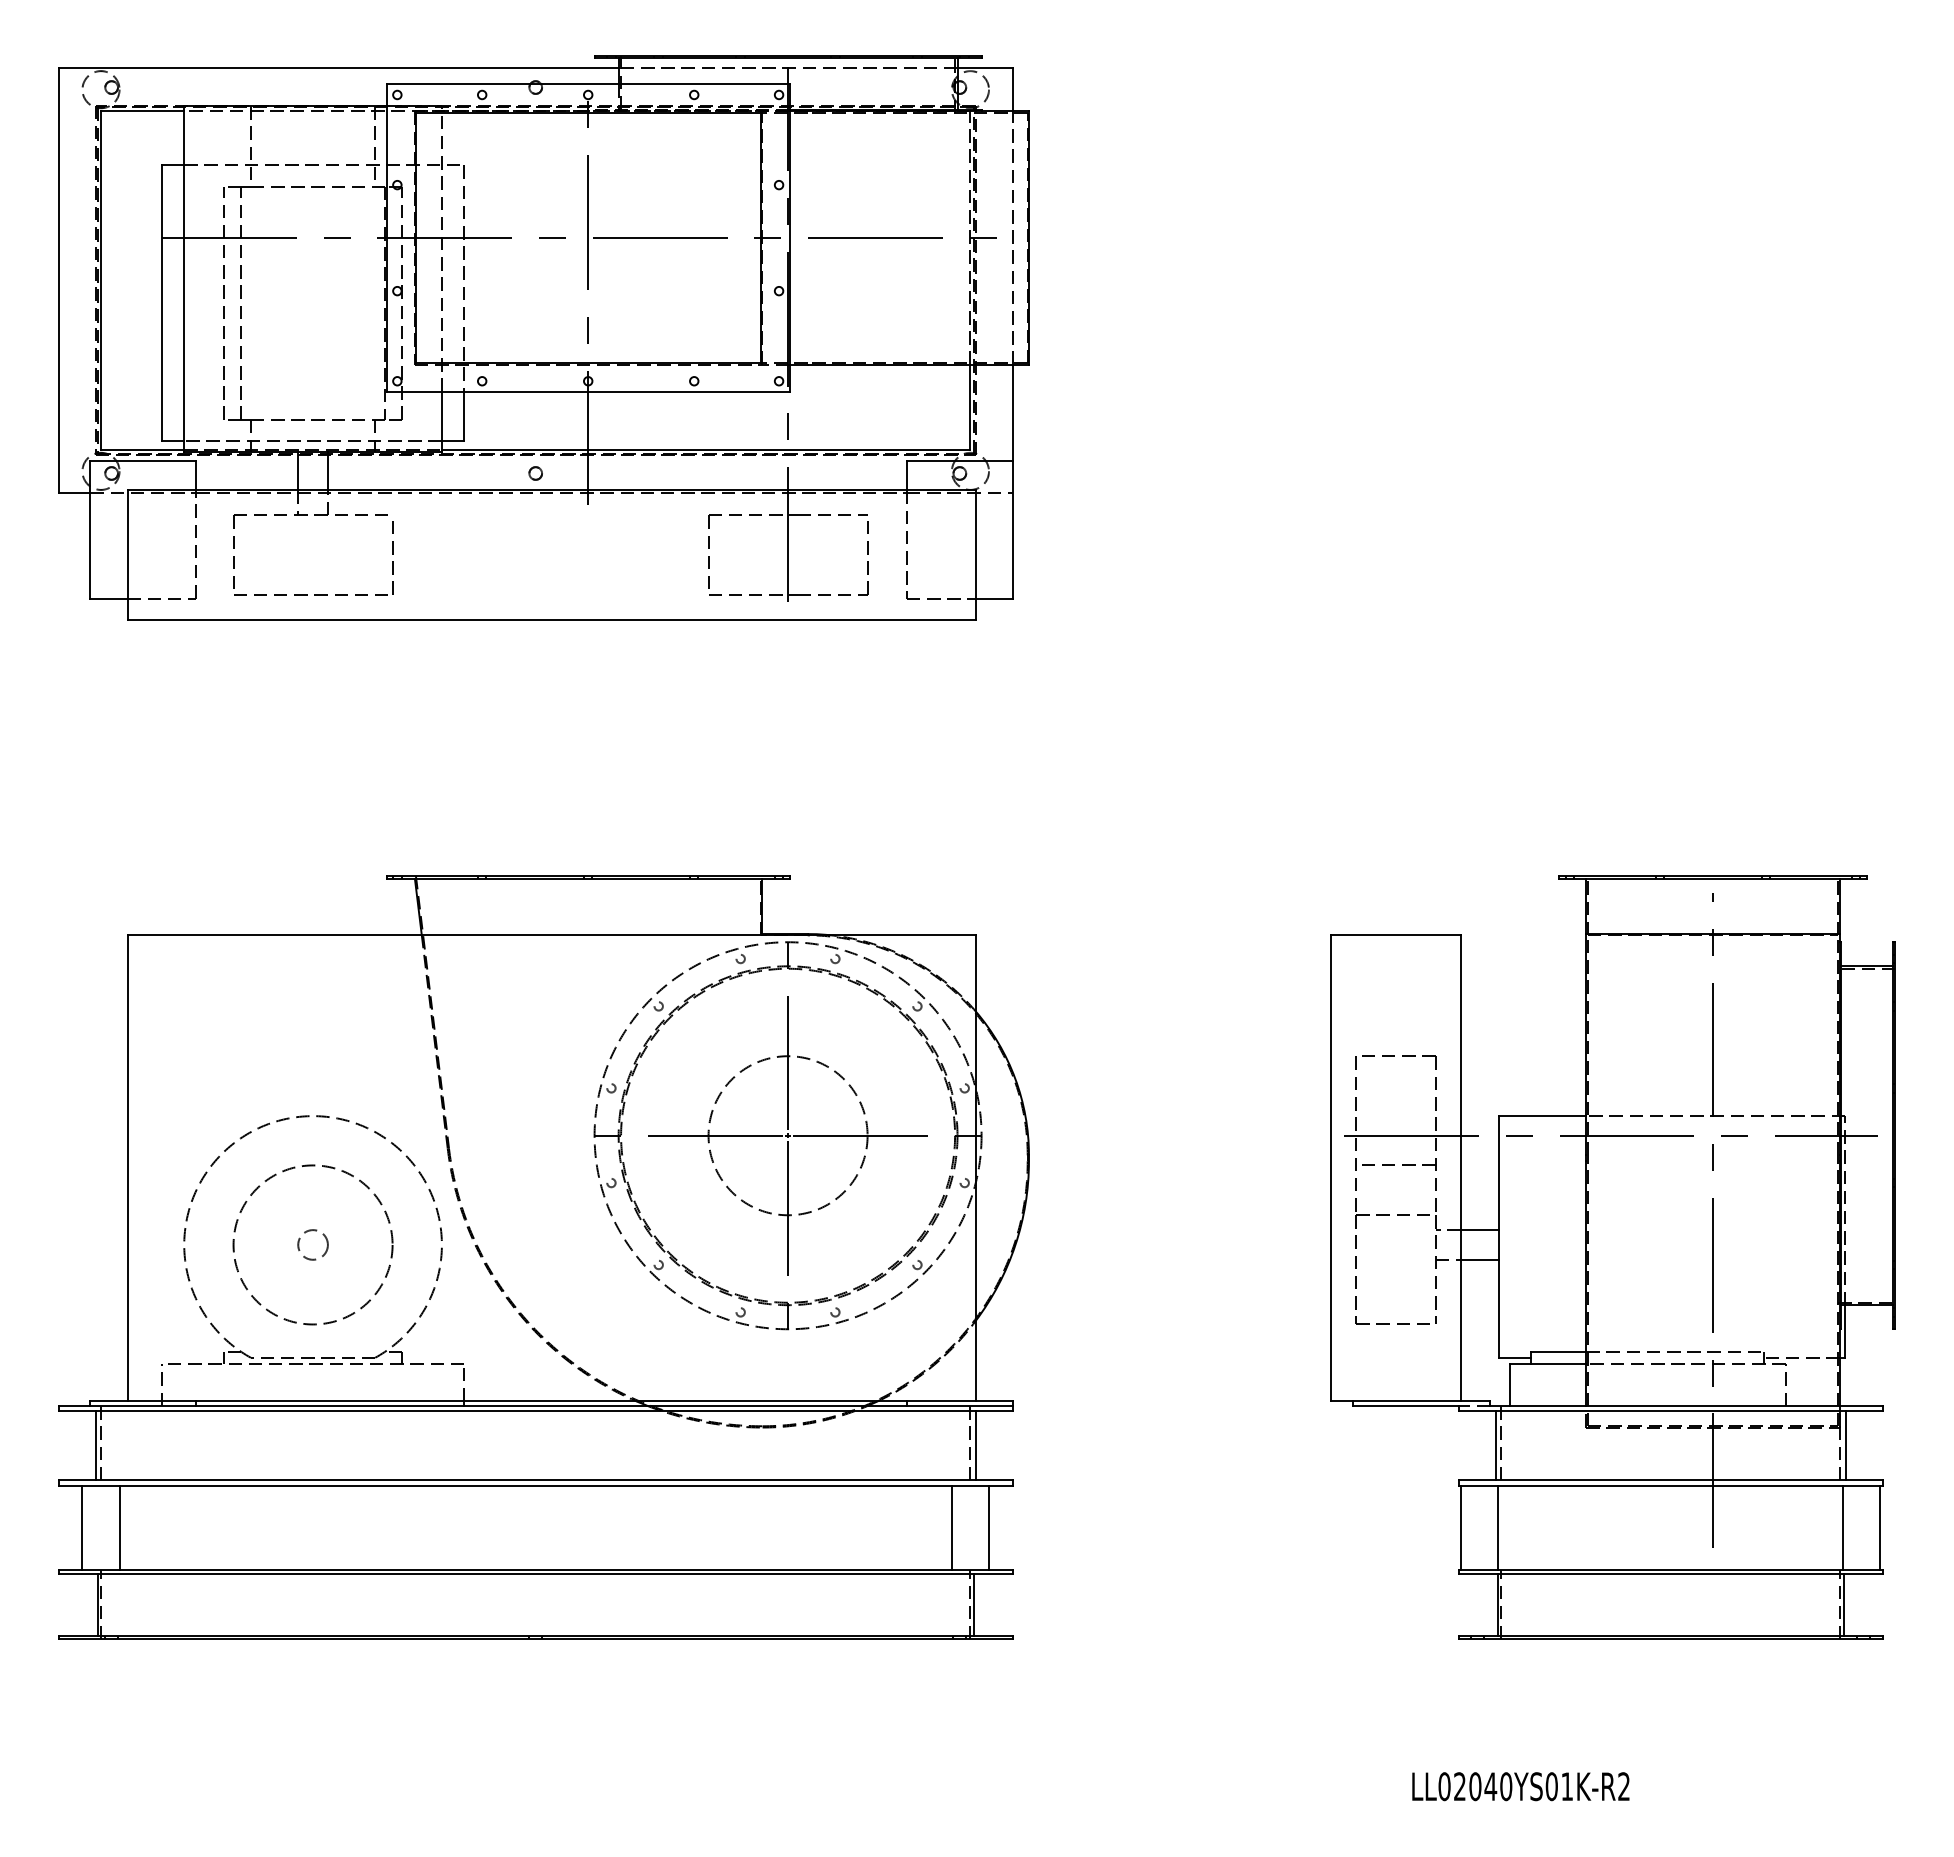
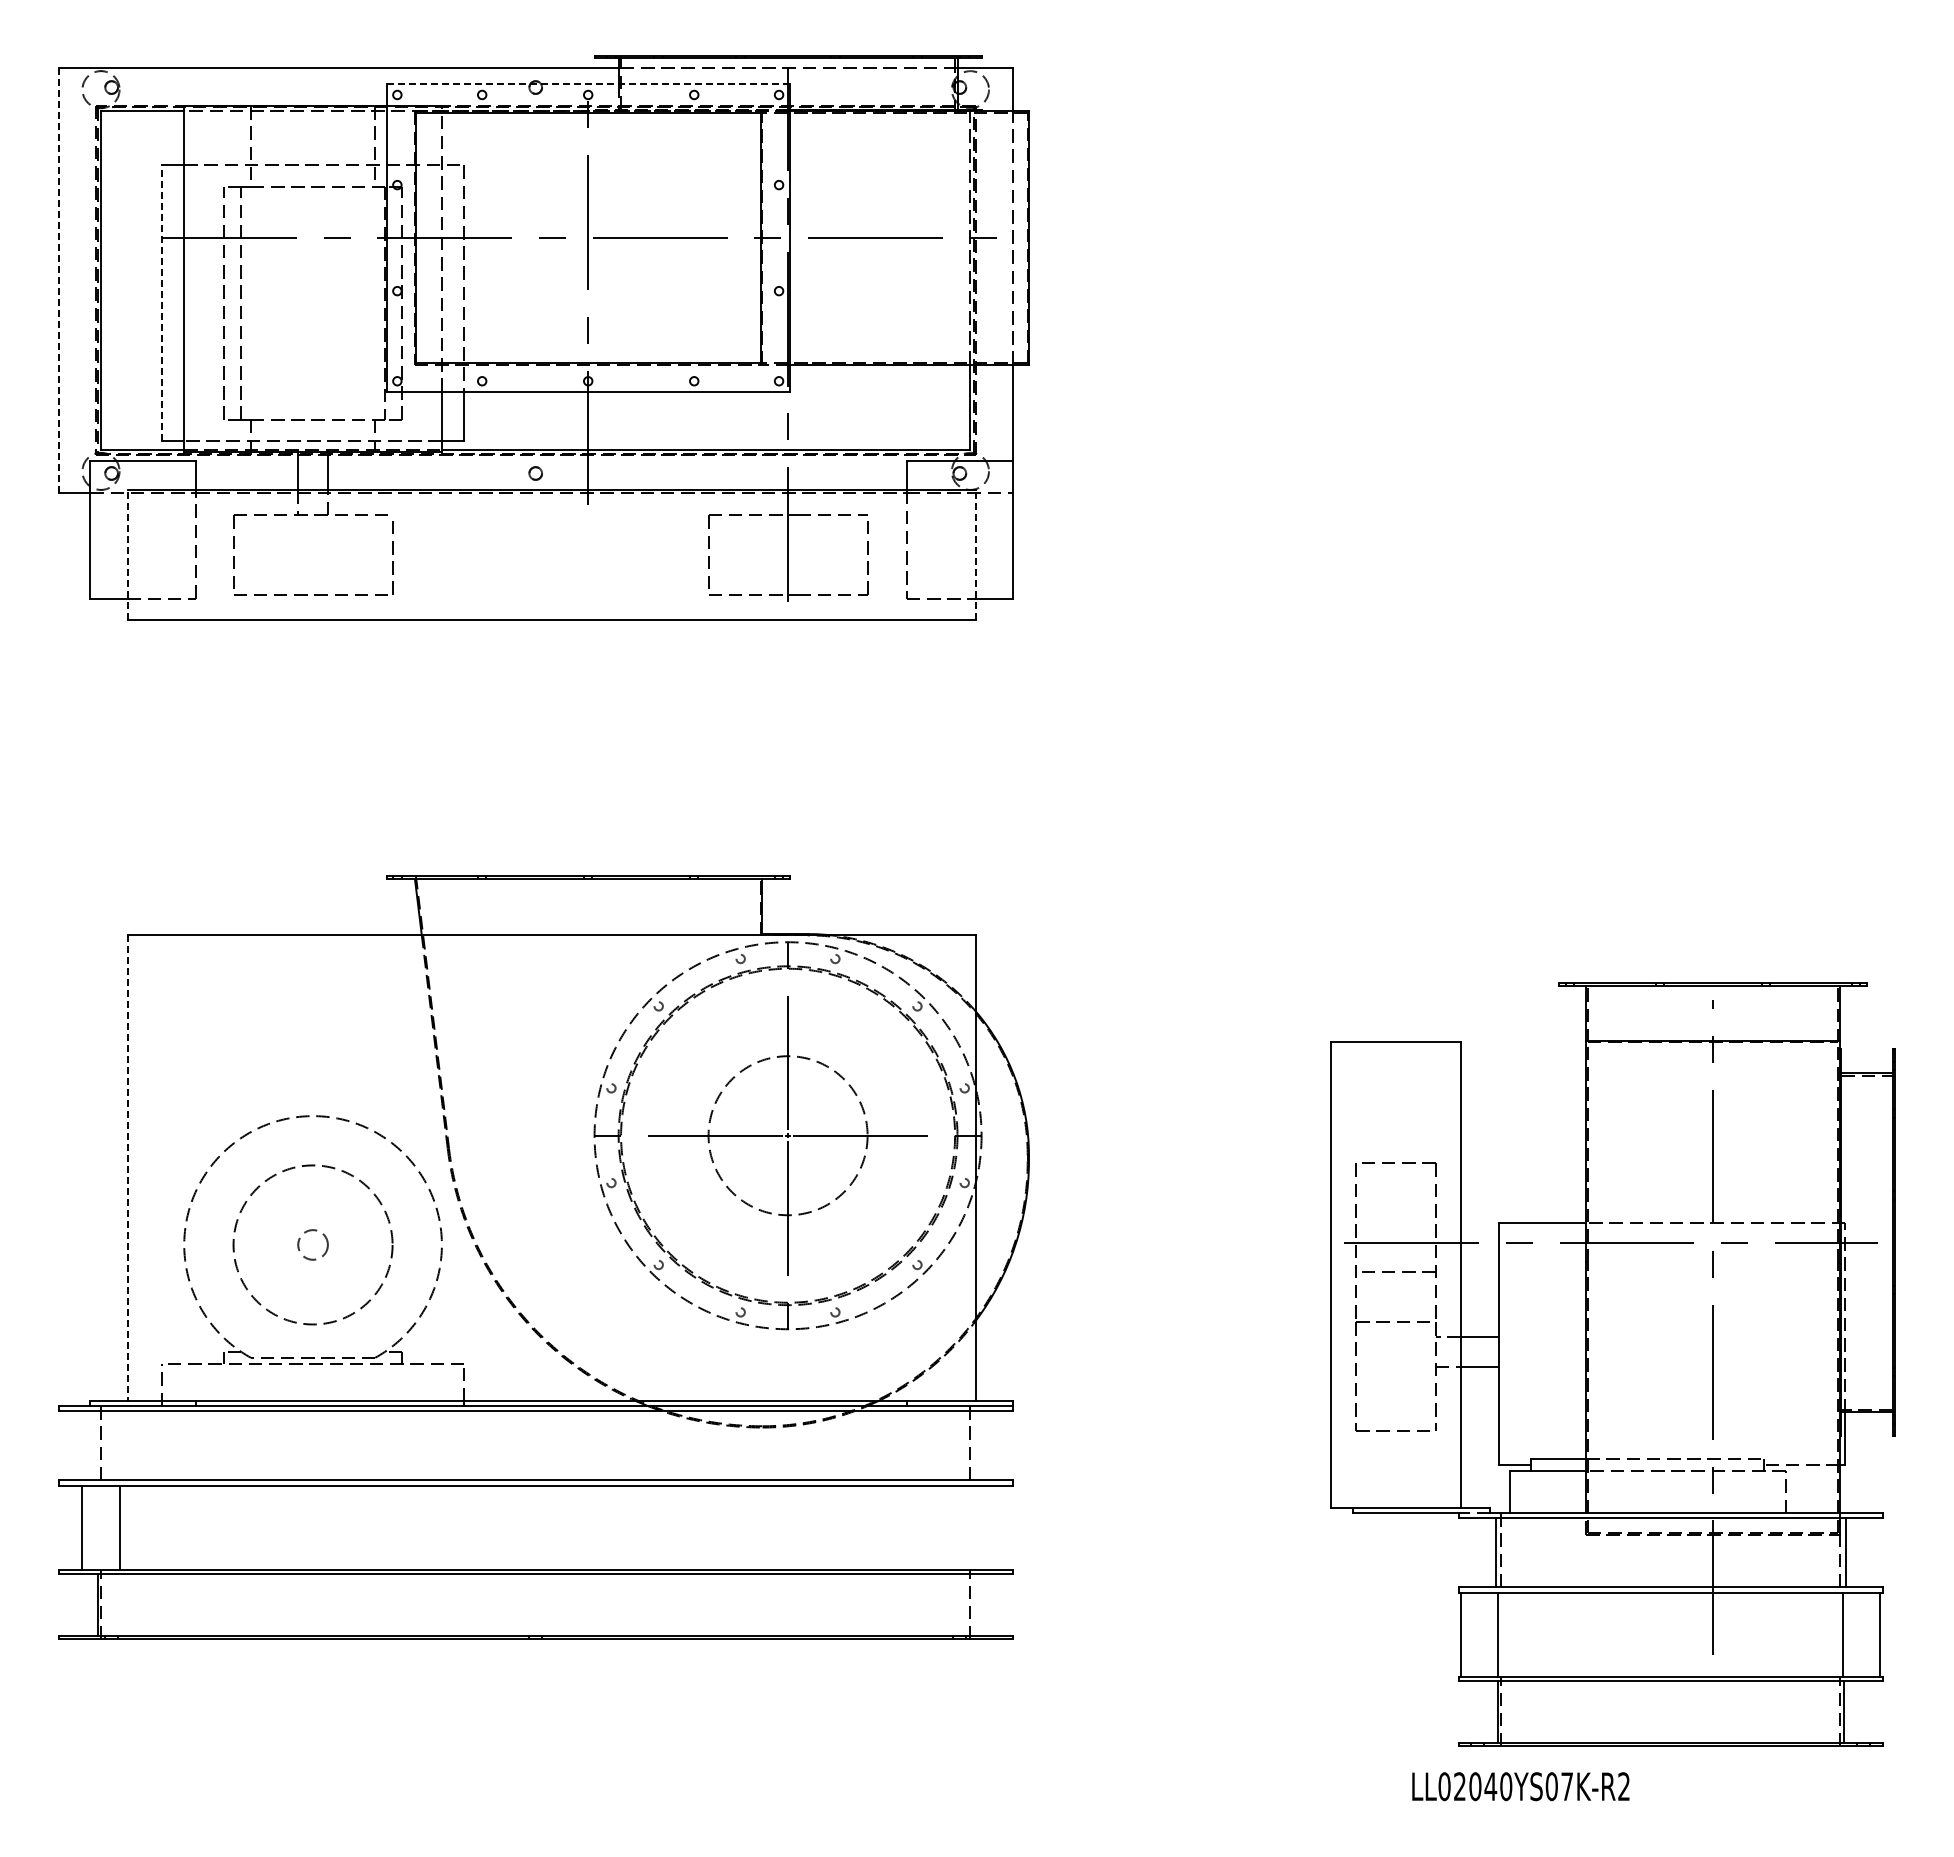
line at (587, 84): solid -> dashed
line at (58, 281): solid -> dashed
line at (161, 303): solid -> dashed
line at (127, 555): solid -> dashed
line at (975, 555): solid -> dashed
line at (127, 1168): solid -> dashed
part at (1612, 1257) position: (1612, 1257) -> (1612, 1364)
line at (95, 1445): present -> none
line at (975, 1445): present -> none
line at (951, 1527): present -> none
line at (989, 1527): present -> none
line at (973, 1604): present -> none
text at (1566, 1786): LL02040YS01K-R2 -> LL02040YS07K-R2
